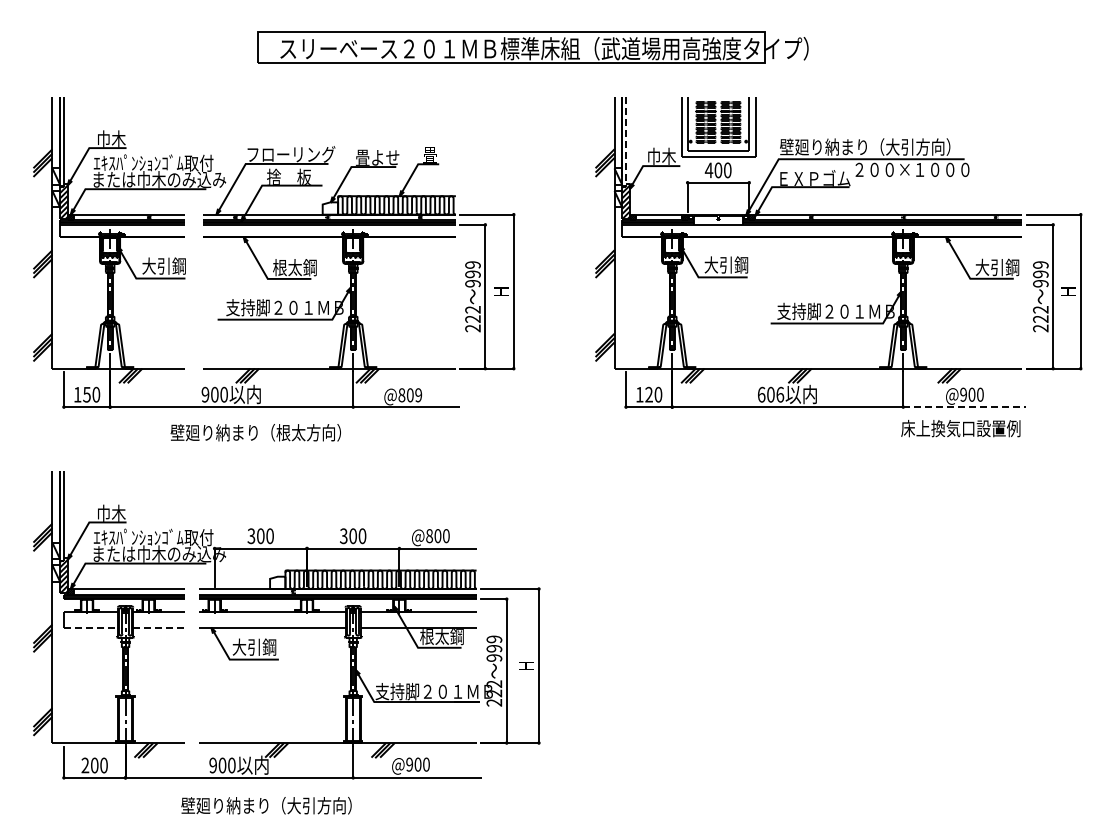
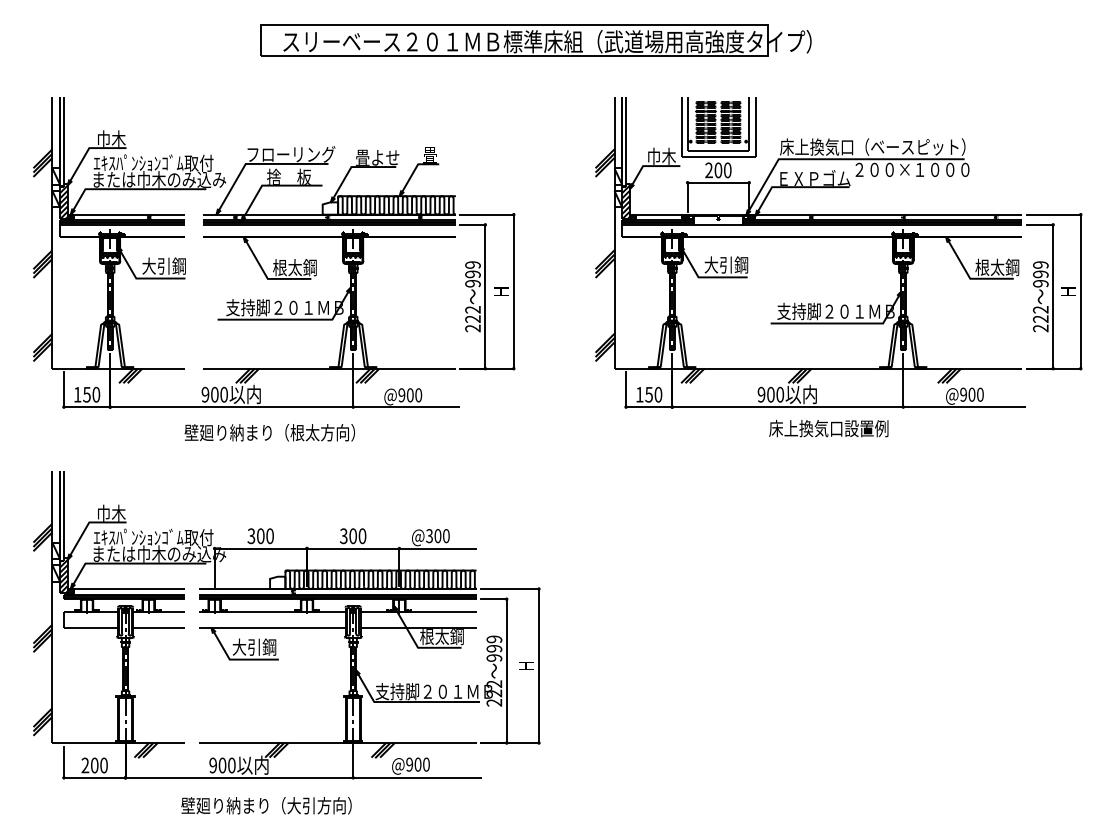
part at (532, 47) position: (532, 47) -> (535, 40)
line at (626, 142): dashed -> solid
text at (872, 146): 壁廻り納まり（大引方向） -> 床上換気口（ベースピット）
text at (708, 170): 400 -> 200
text at (989, 267): 大引鋼 -> 根太鋼
text at (648, 394): 120 -> 150
text at (770, 394): 606 -> 900
text at (410, 395): @809 -> @900
line at (965, 407): dashed -> solid
text at (960, 428) position: (960, 428) -> (828, 428)
text at (255, 432) position: (255, 432) -> (269, 432)
text at (429, 536): @800 -> @300
line at (90, 627): dashed -> solid
line at (159, 627): dashed -> solid
